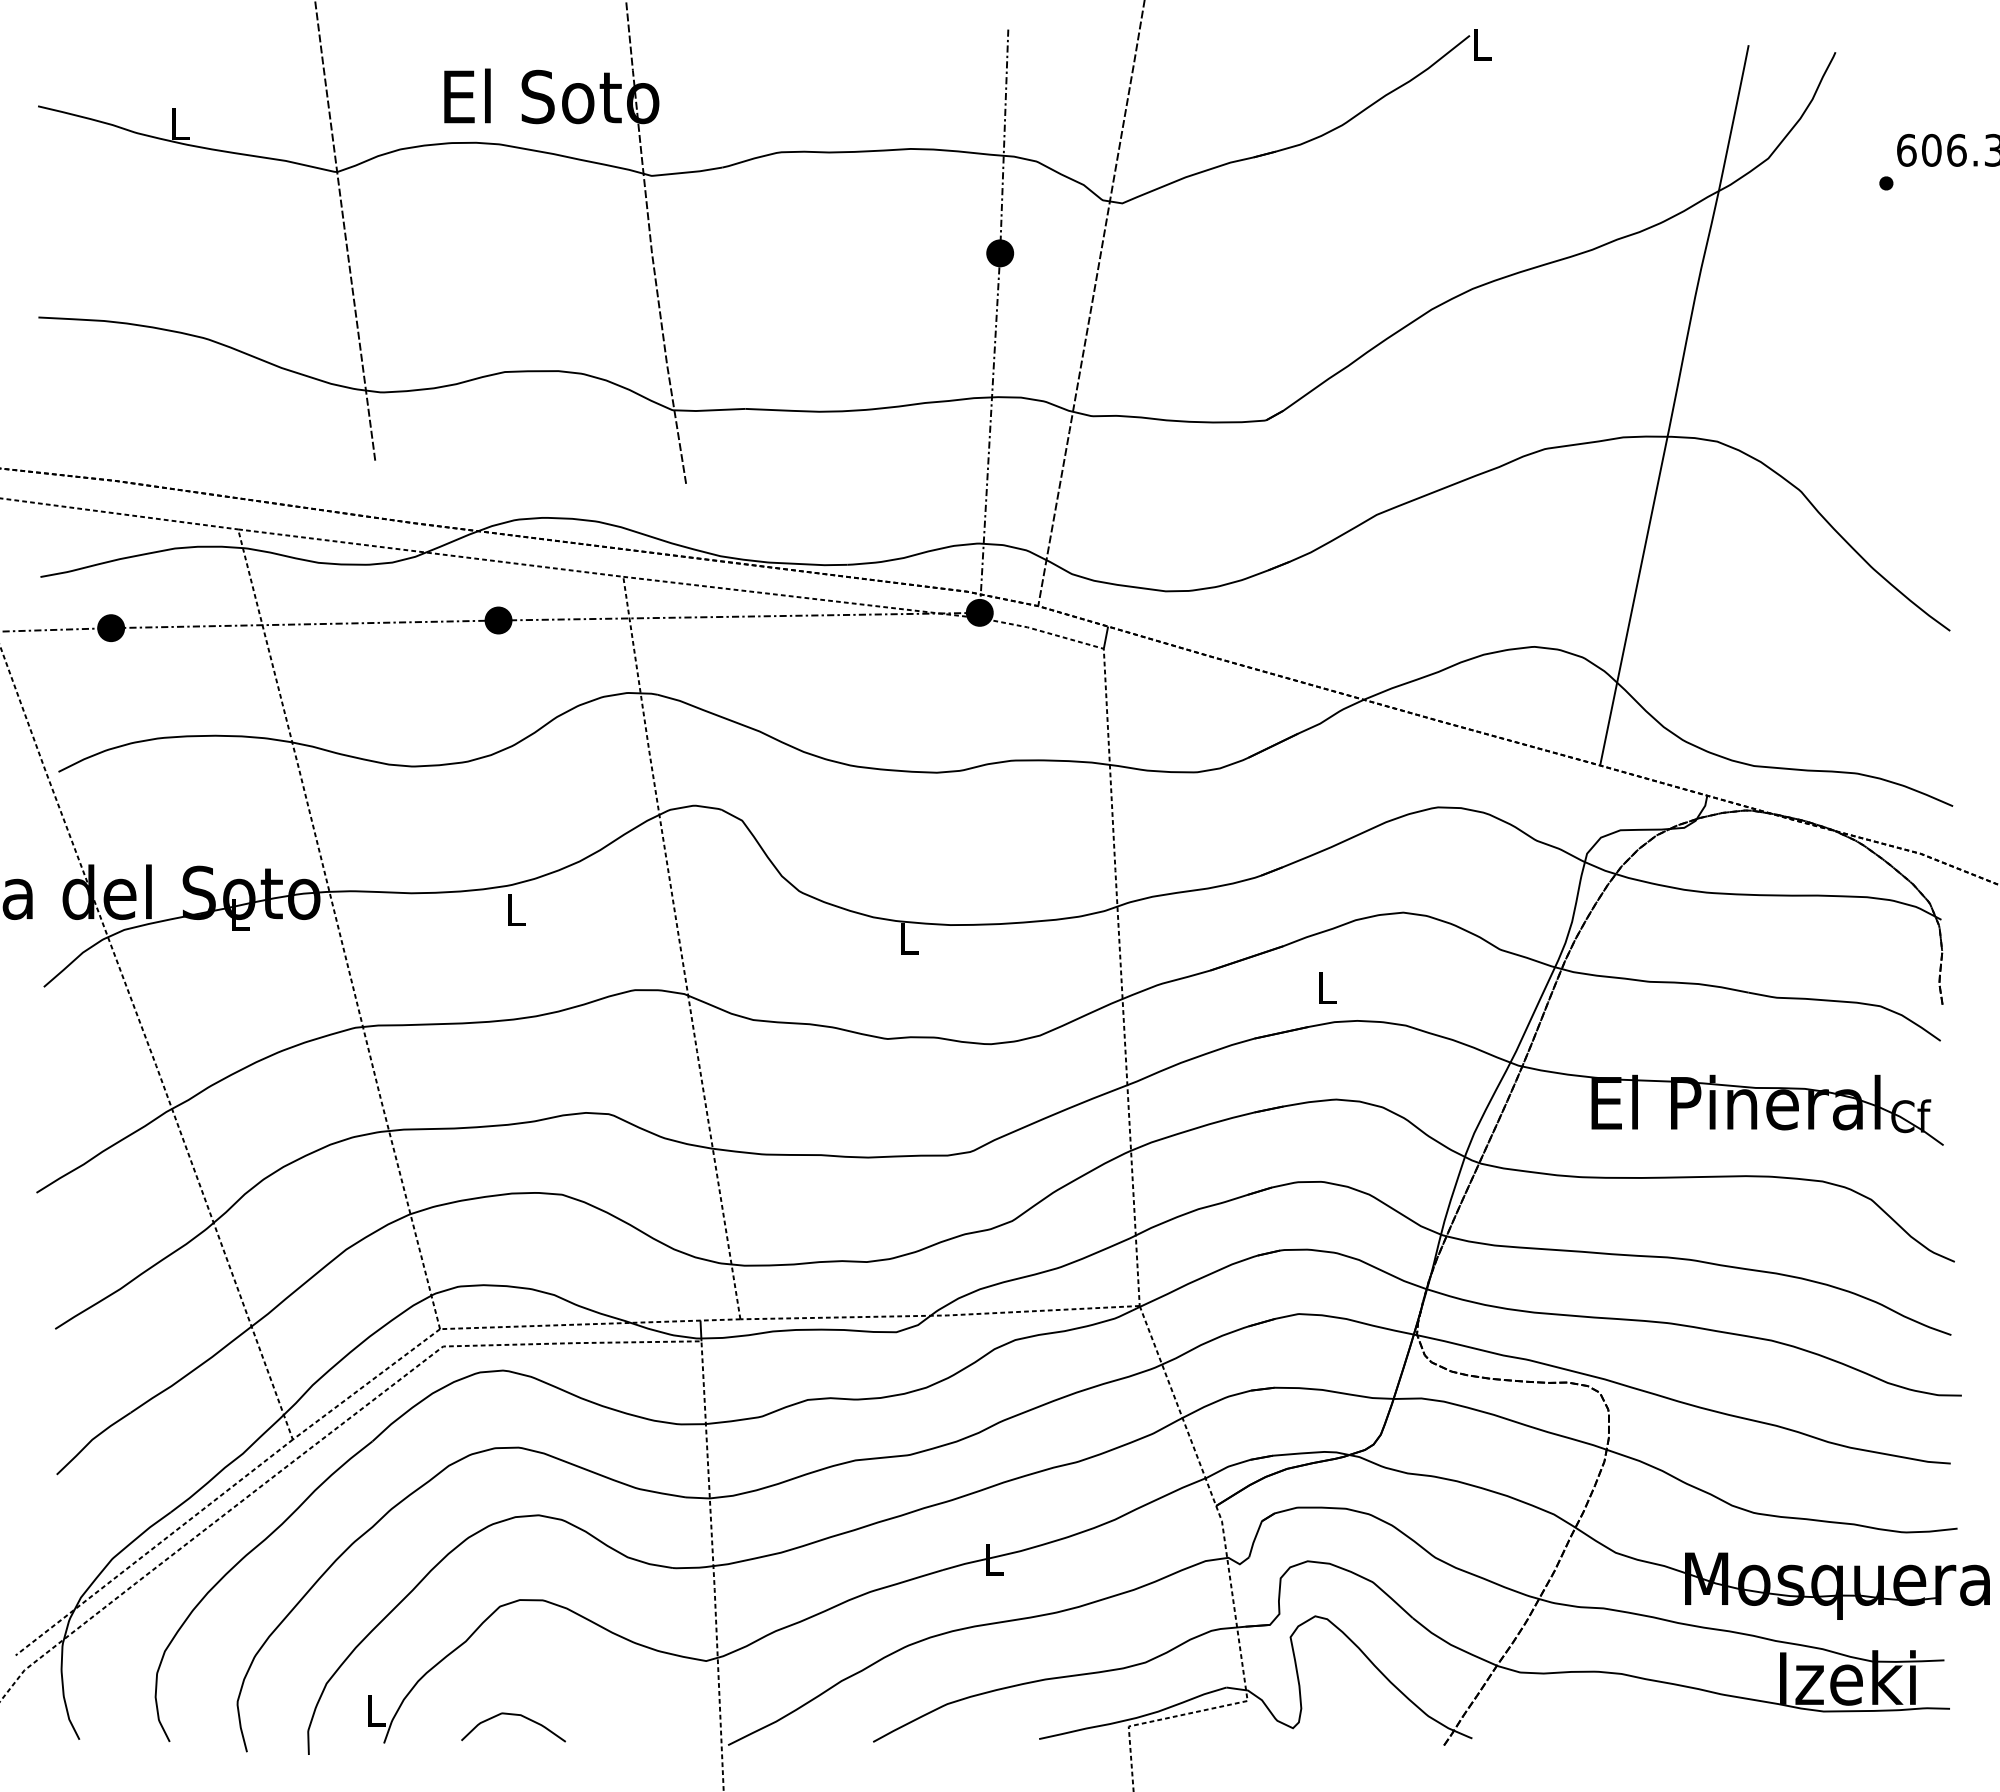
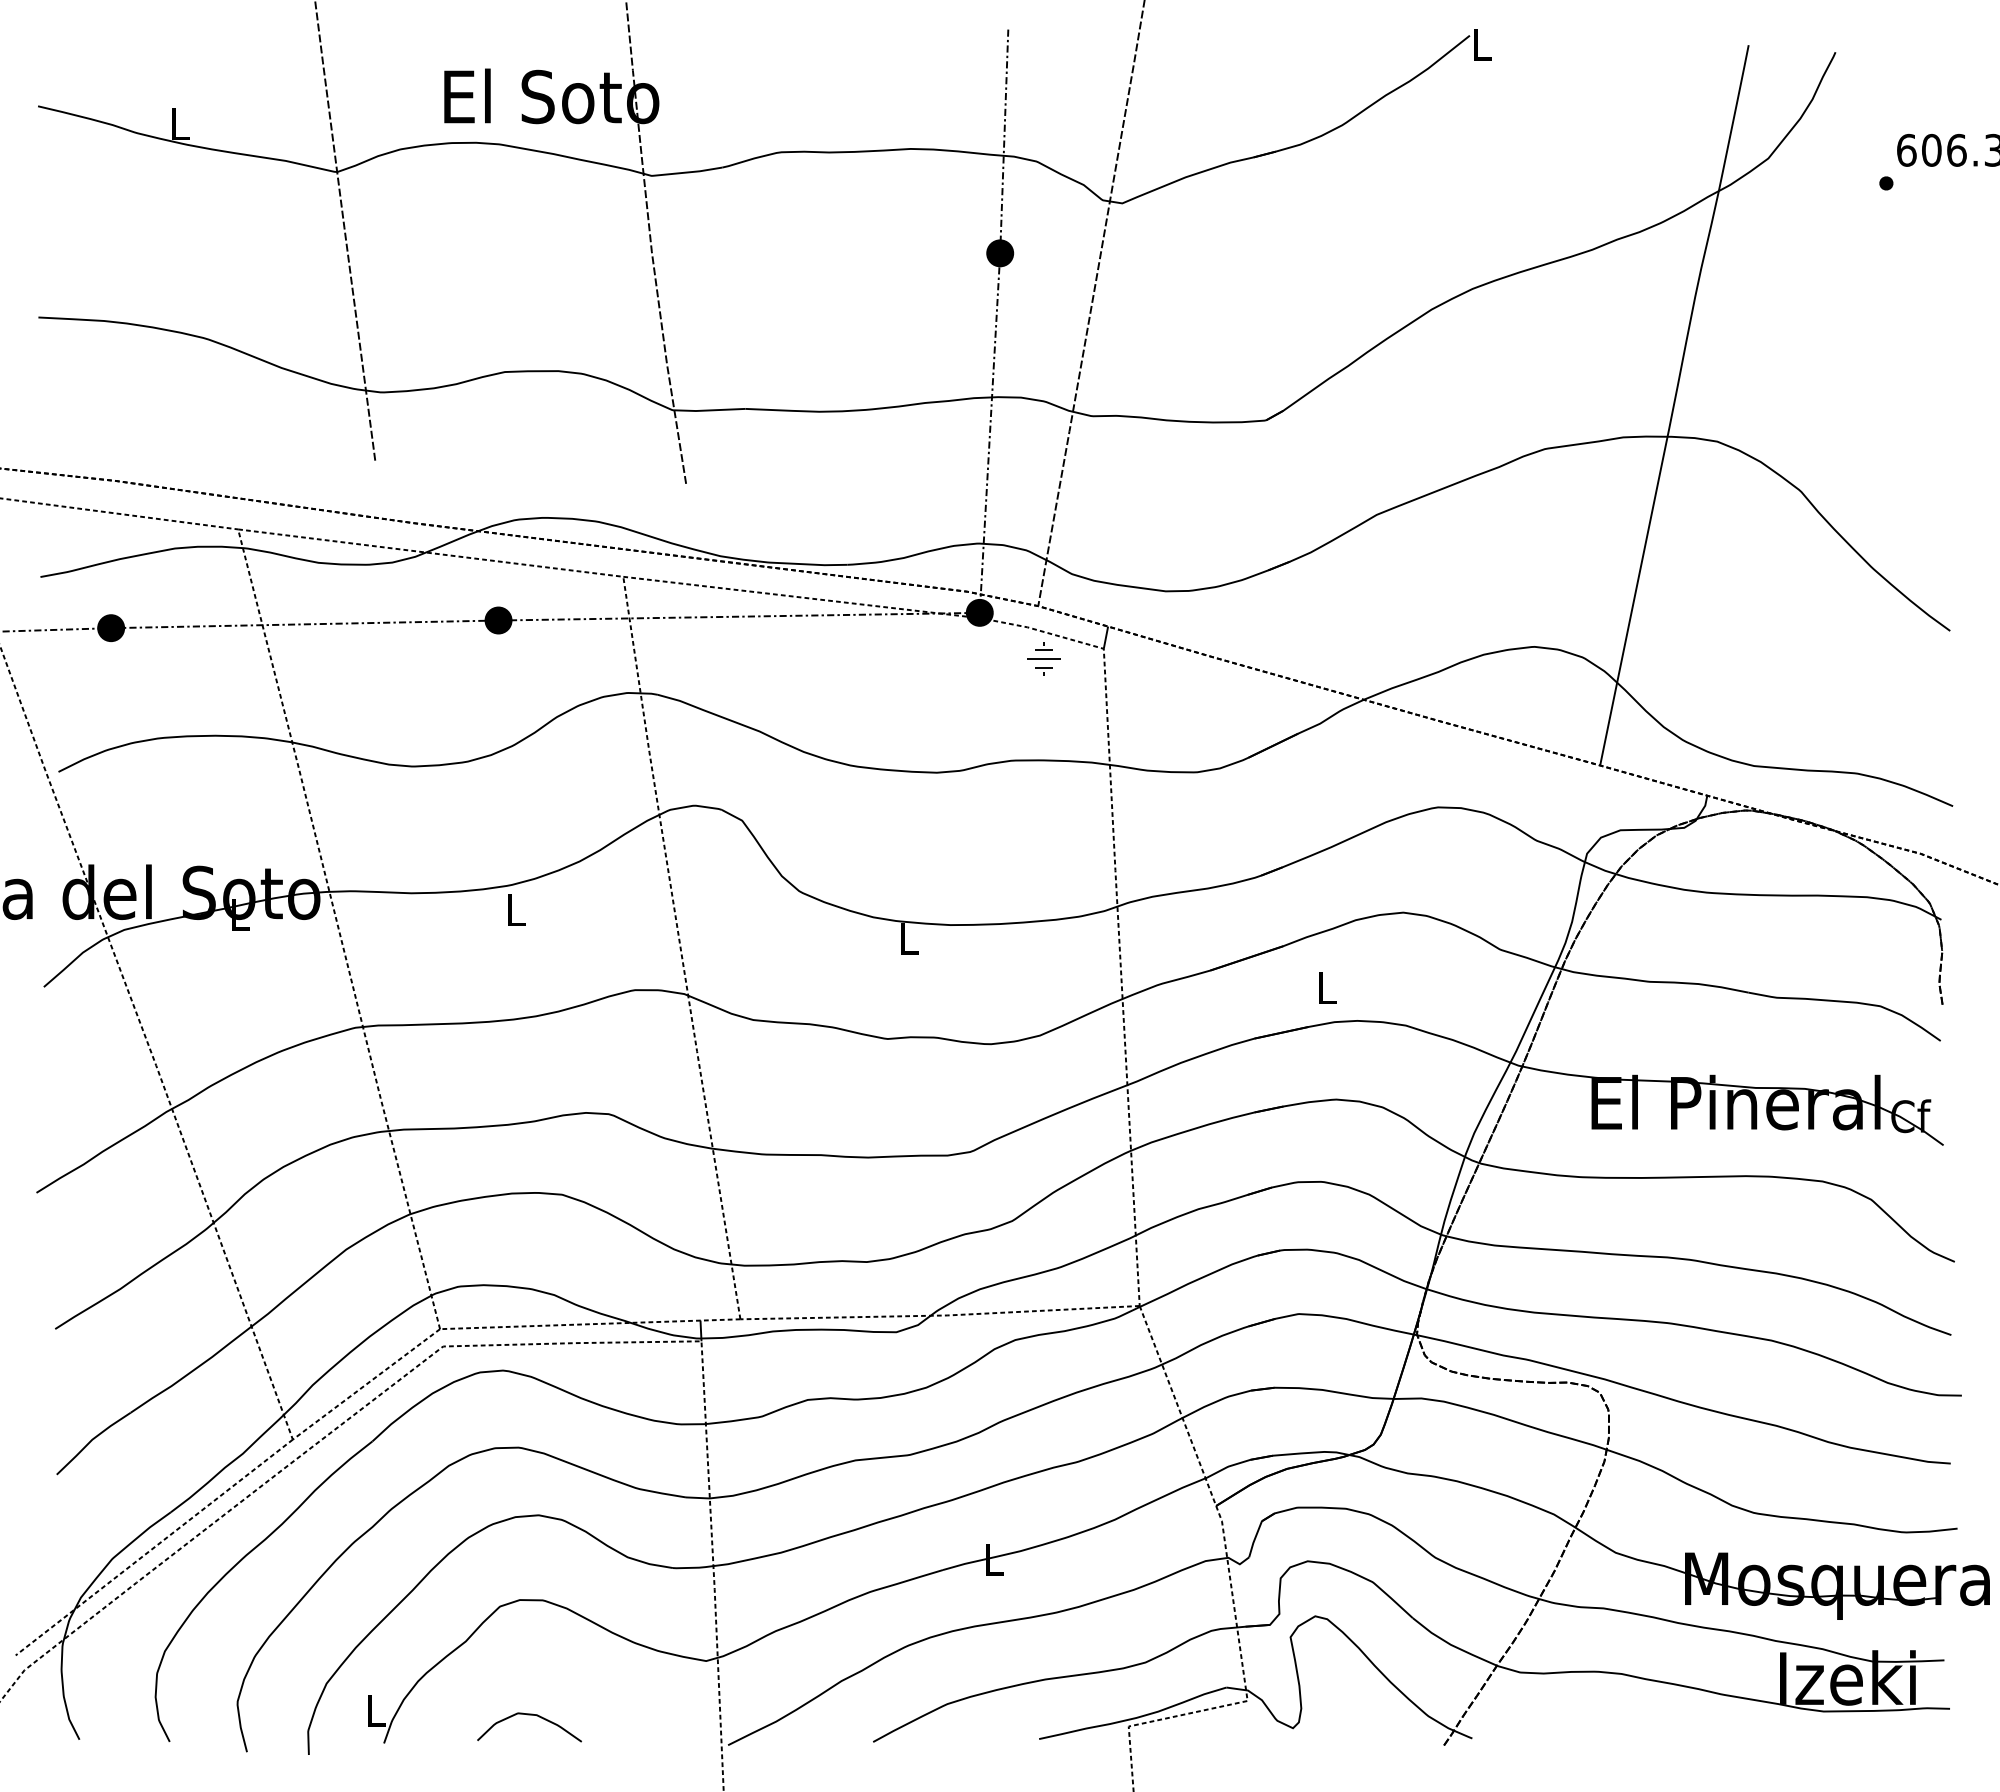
part at (1043, 658): none -> present
curve at (513, 1715) position: (513, 1715) -> (529, 1715)
